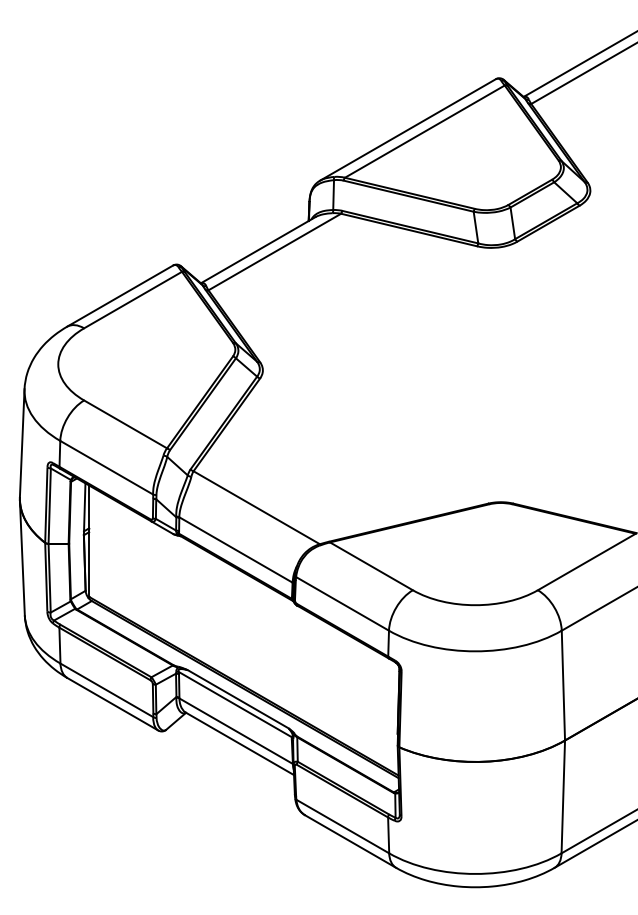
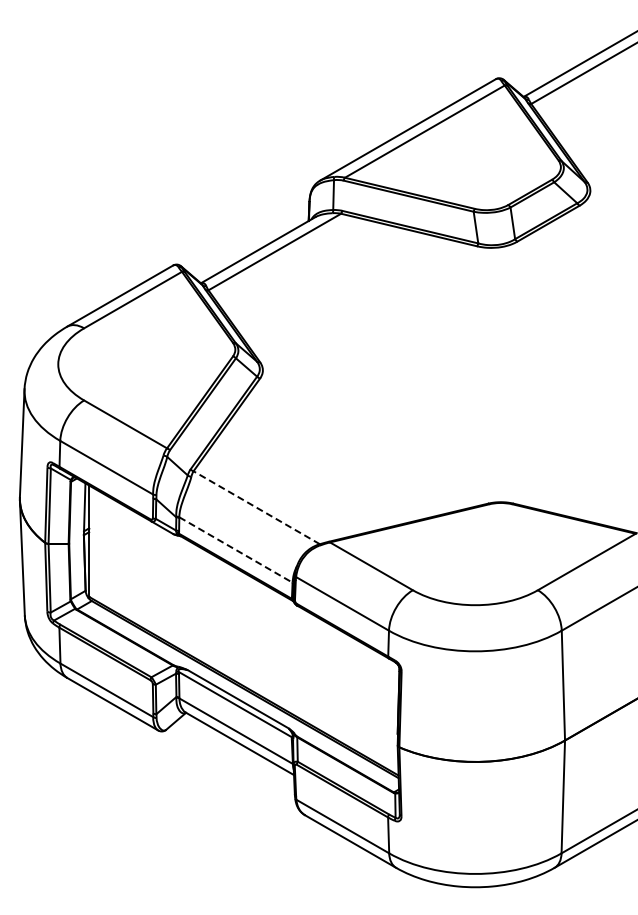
line at (256, 507): solid -> dashed
line at (236, 550): solid -> dashed
